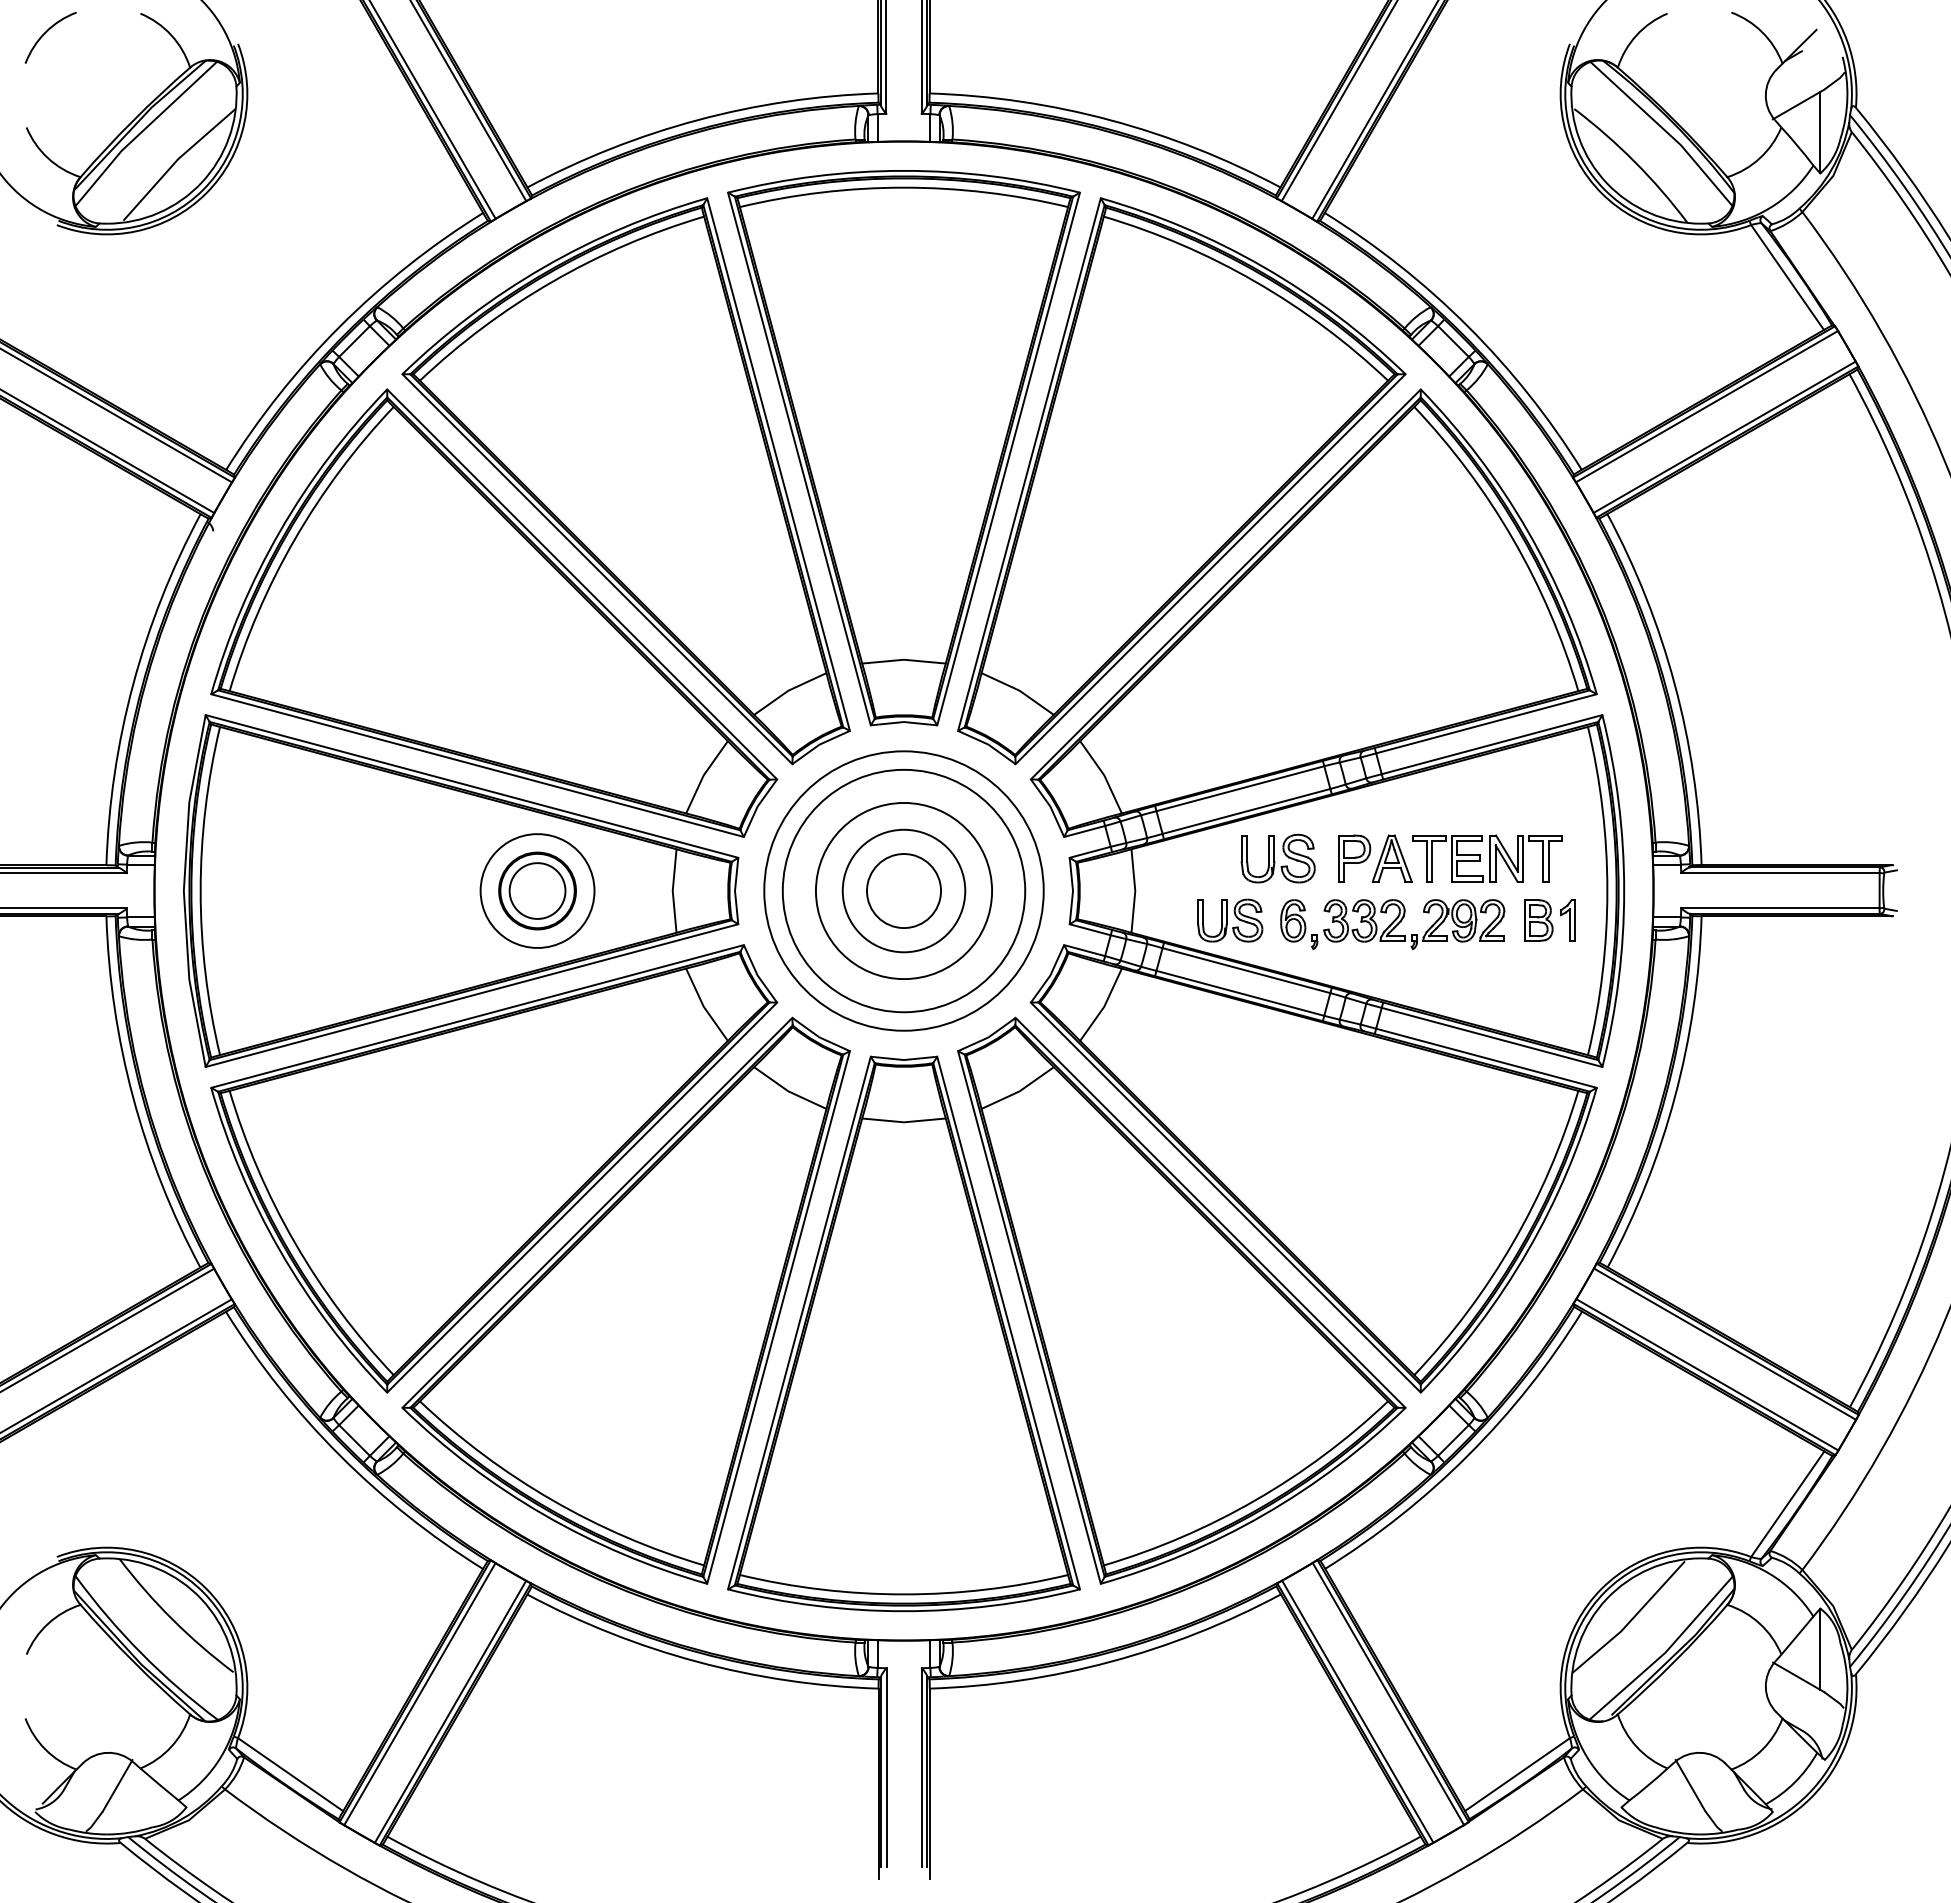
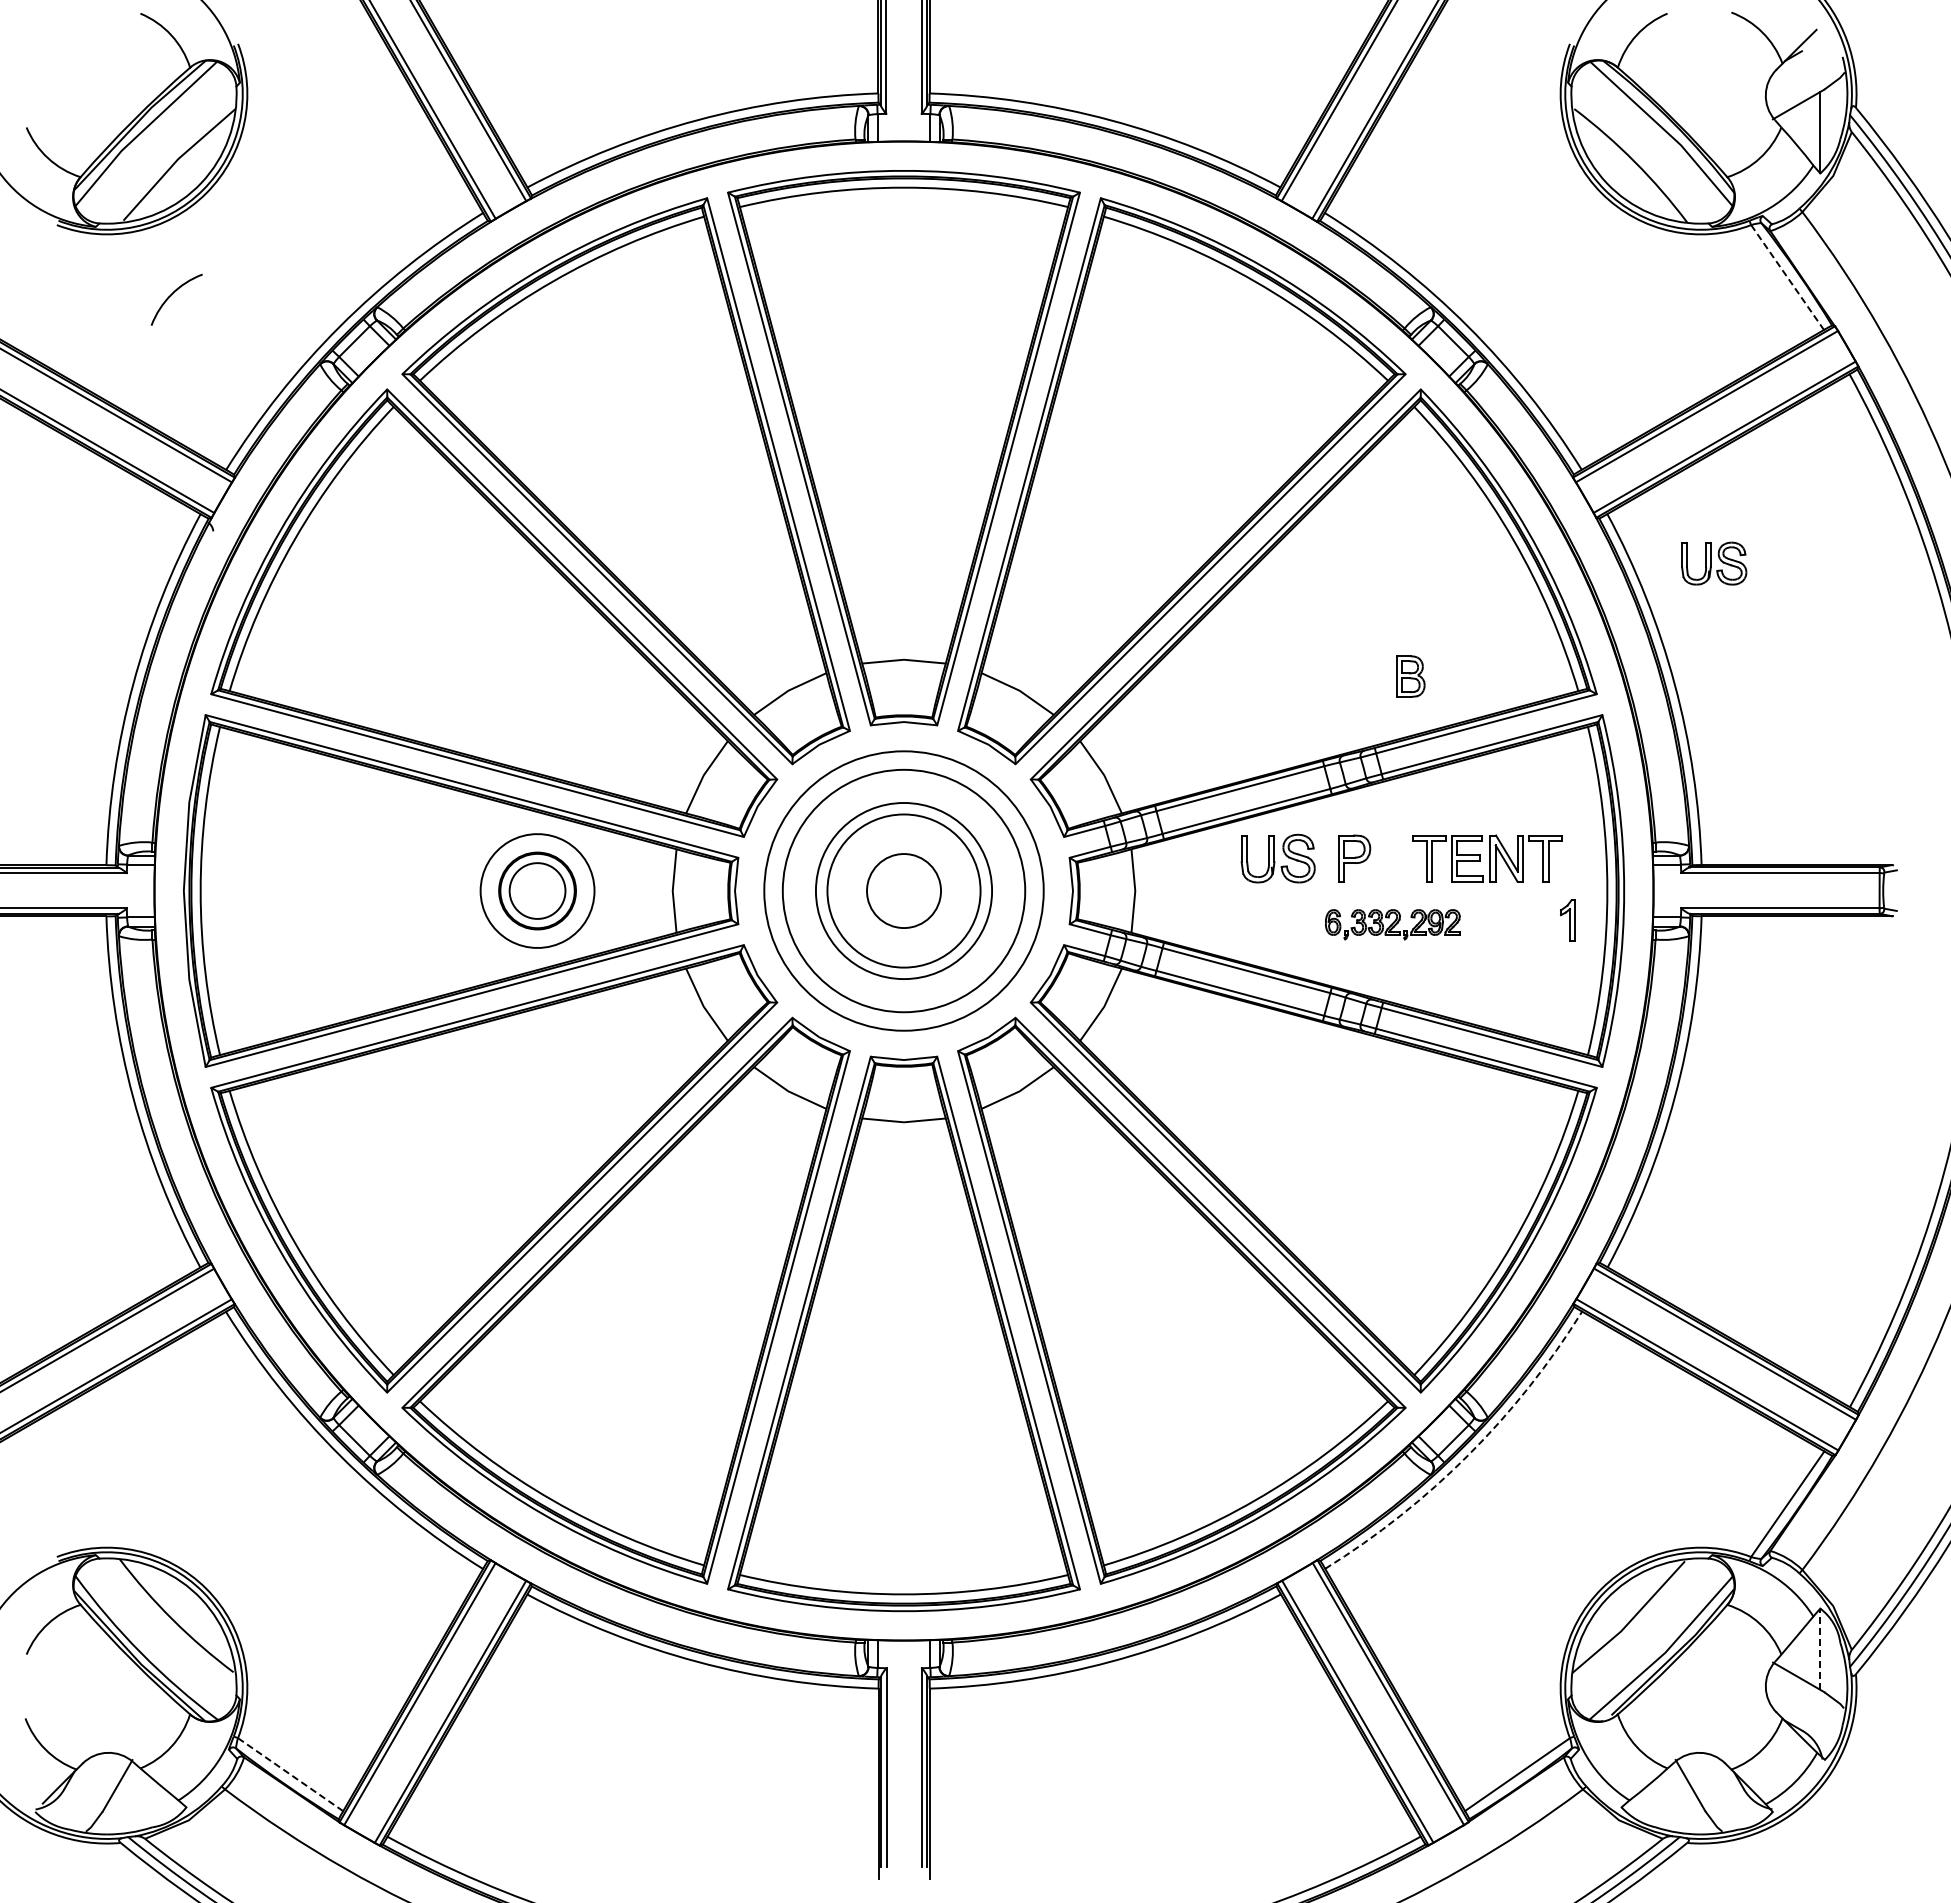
arc at (46, 33) position: (46, 33) -> (172, 295)
line at (1787, 277): solid -> dashed
part at (1391, 858): present -> none
circle at (903, 890) diameter: 122 px -> 153 px
part at (1230, 920) position: (1230, 920) -> (1714, 563)
part at (1538, 920) position: (1538, 920) -> (1410, 676)
part at (1392, 924) size: 226x52 px -> 136x32 px
arc at (1468, 1455): solid -> dashed
line at (1820, 1648): solid -> dashed
line at (290, 1774): solid -> dashed
